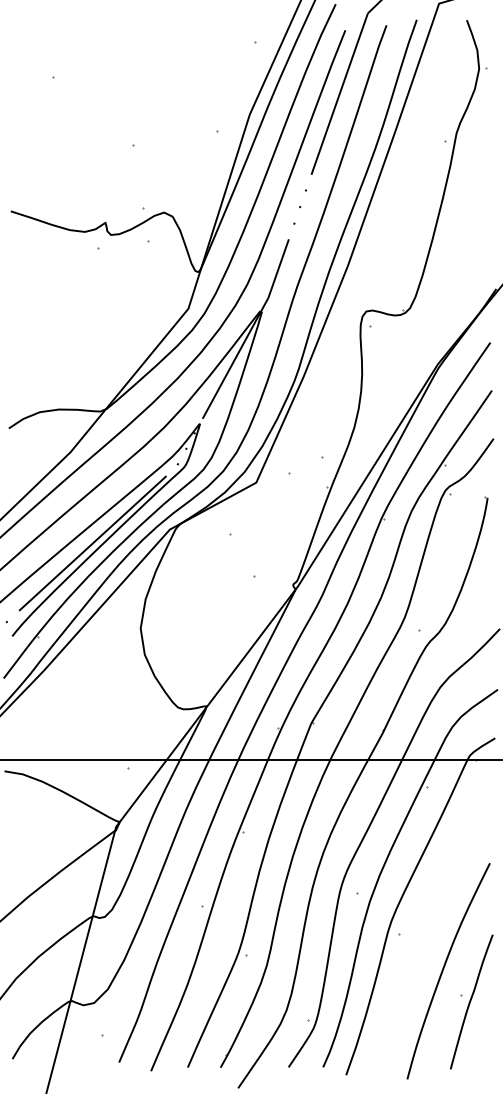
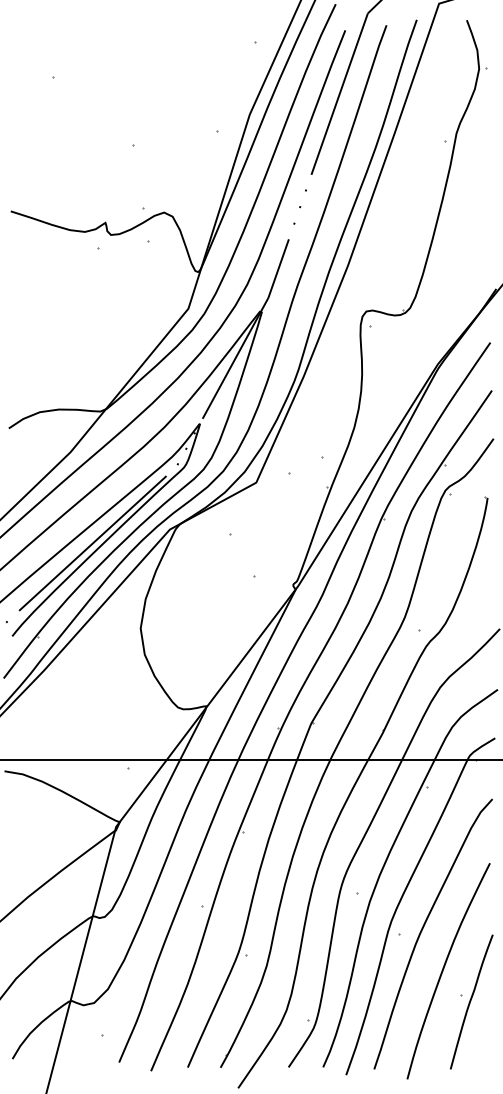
curve at (423, 929): none -> present
